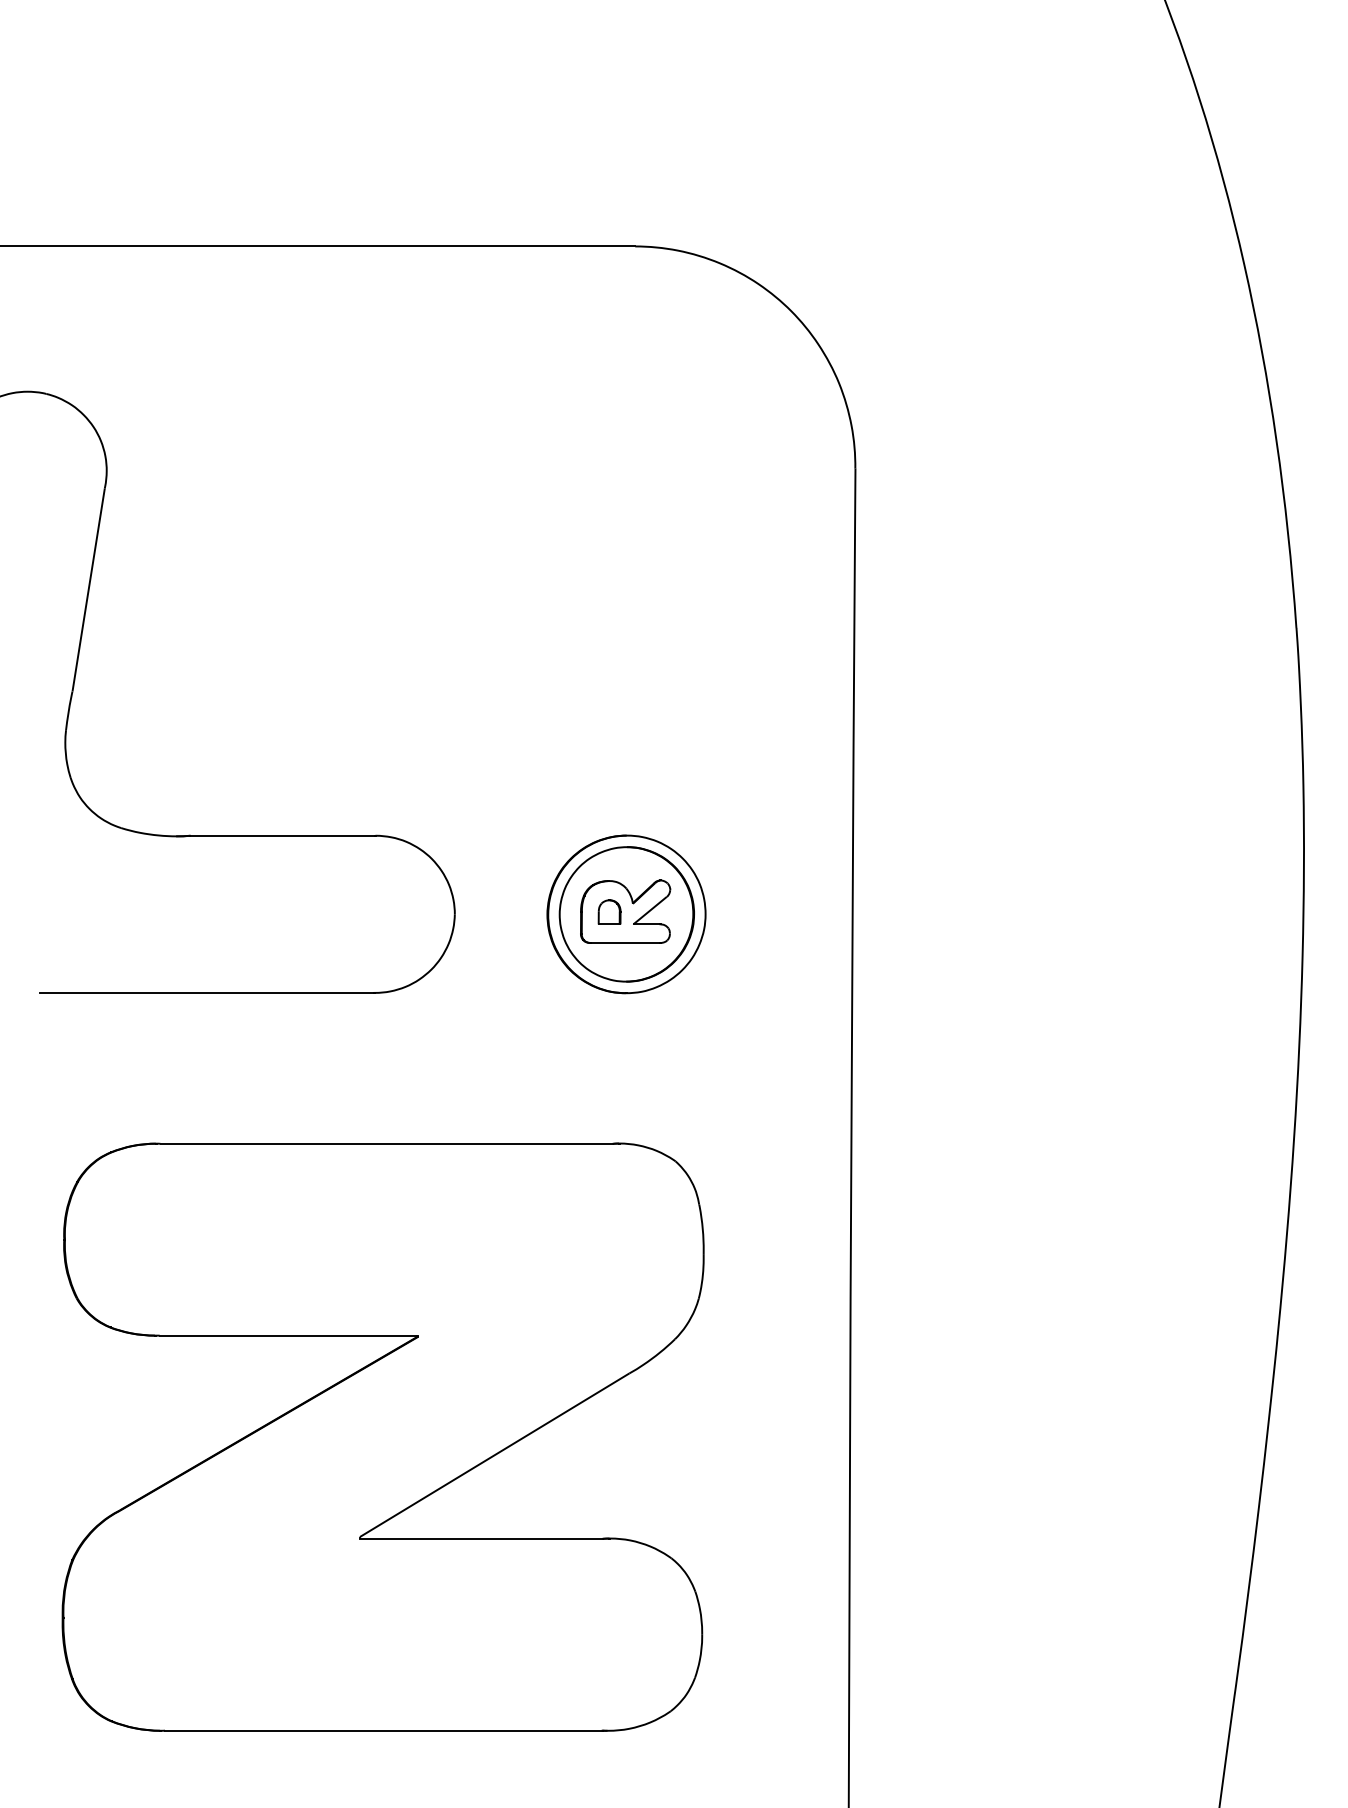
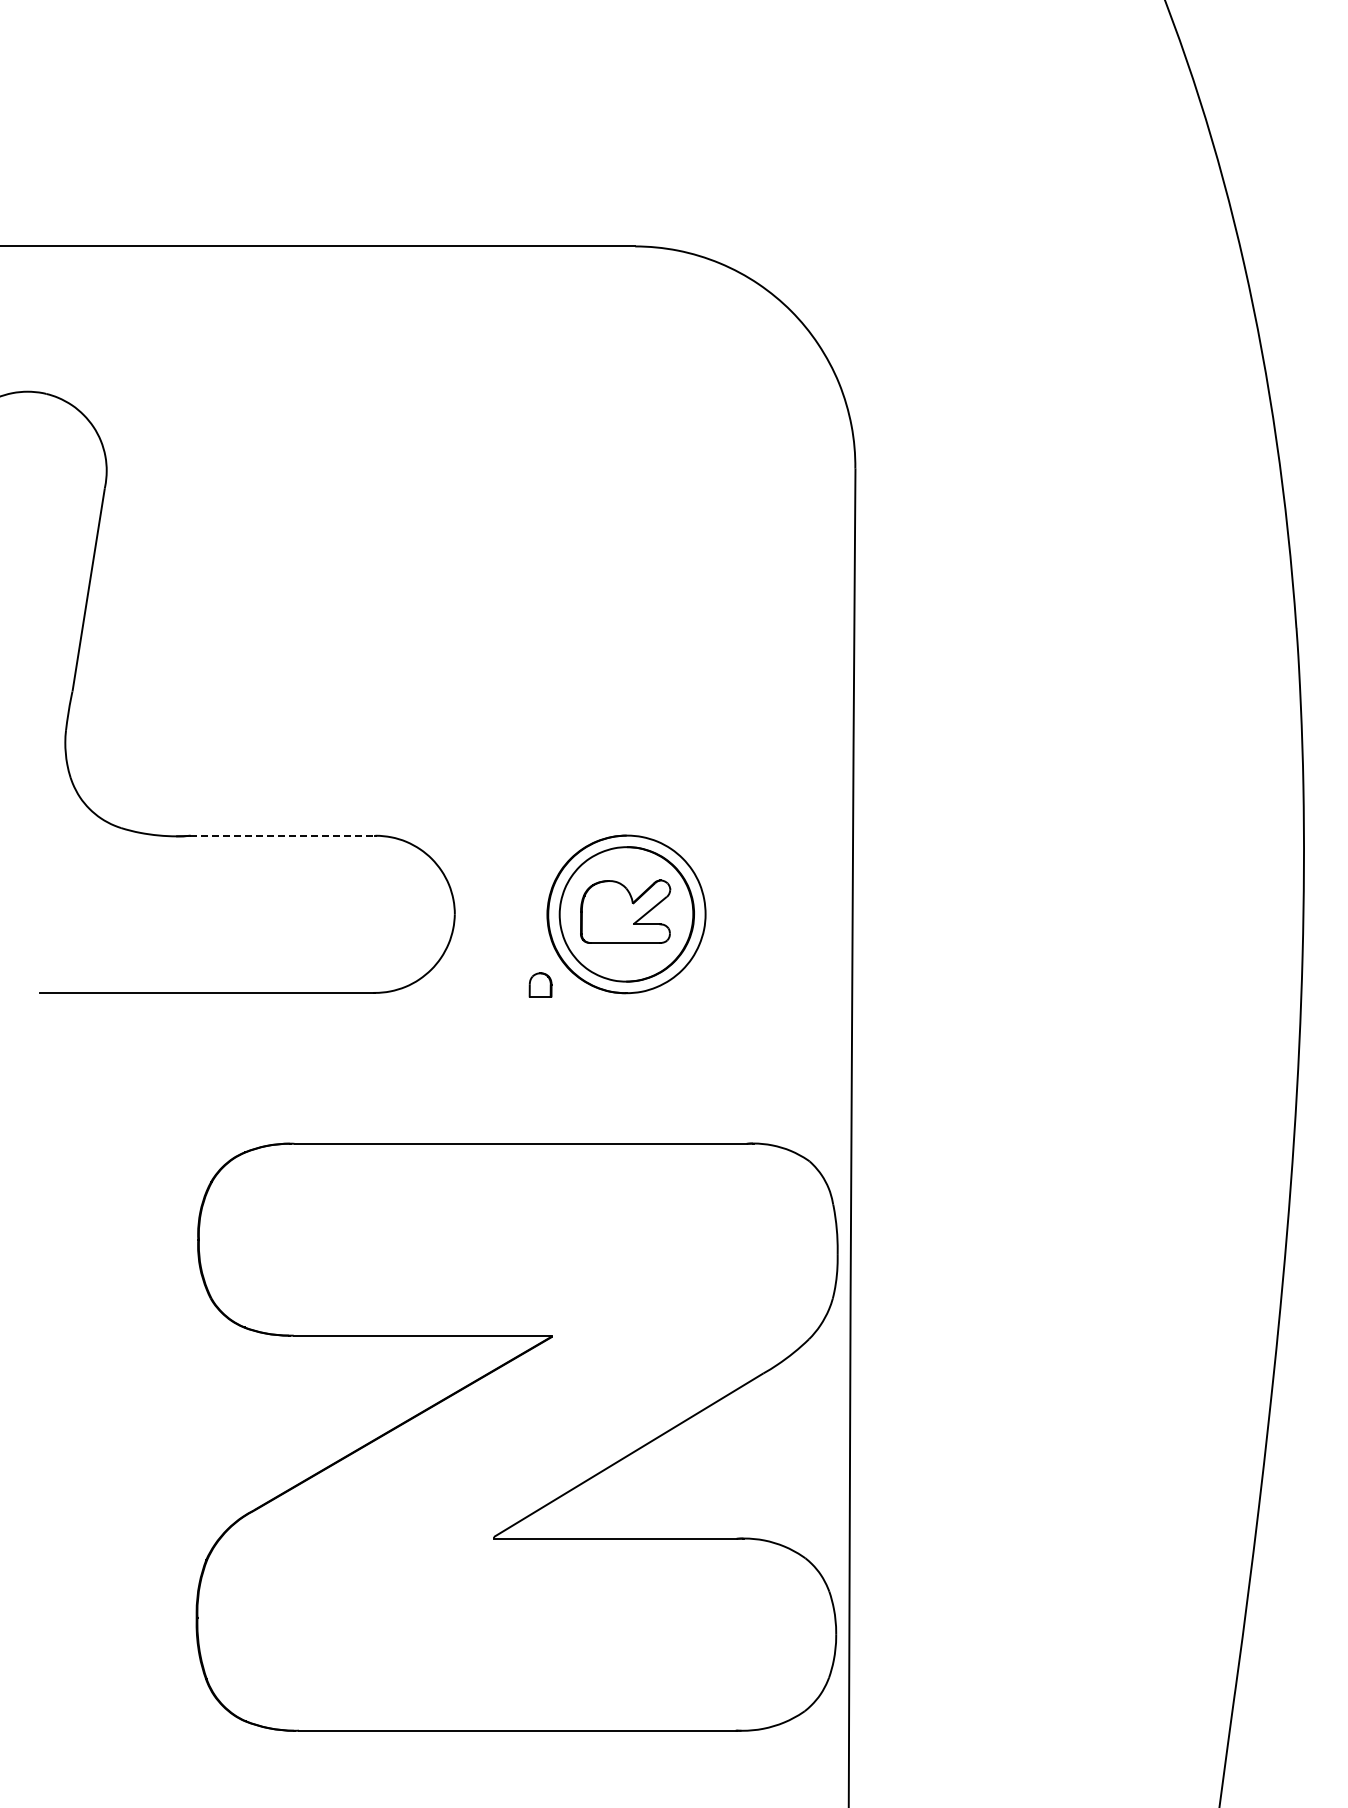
line at (282, 835): solid -> dashed
part at (609, 911) position: (609, 911) -> (540, 984)
part at (382, 1436) position: (382, 1436) -> (516, 1436)
